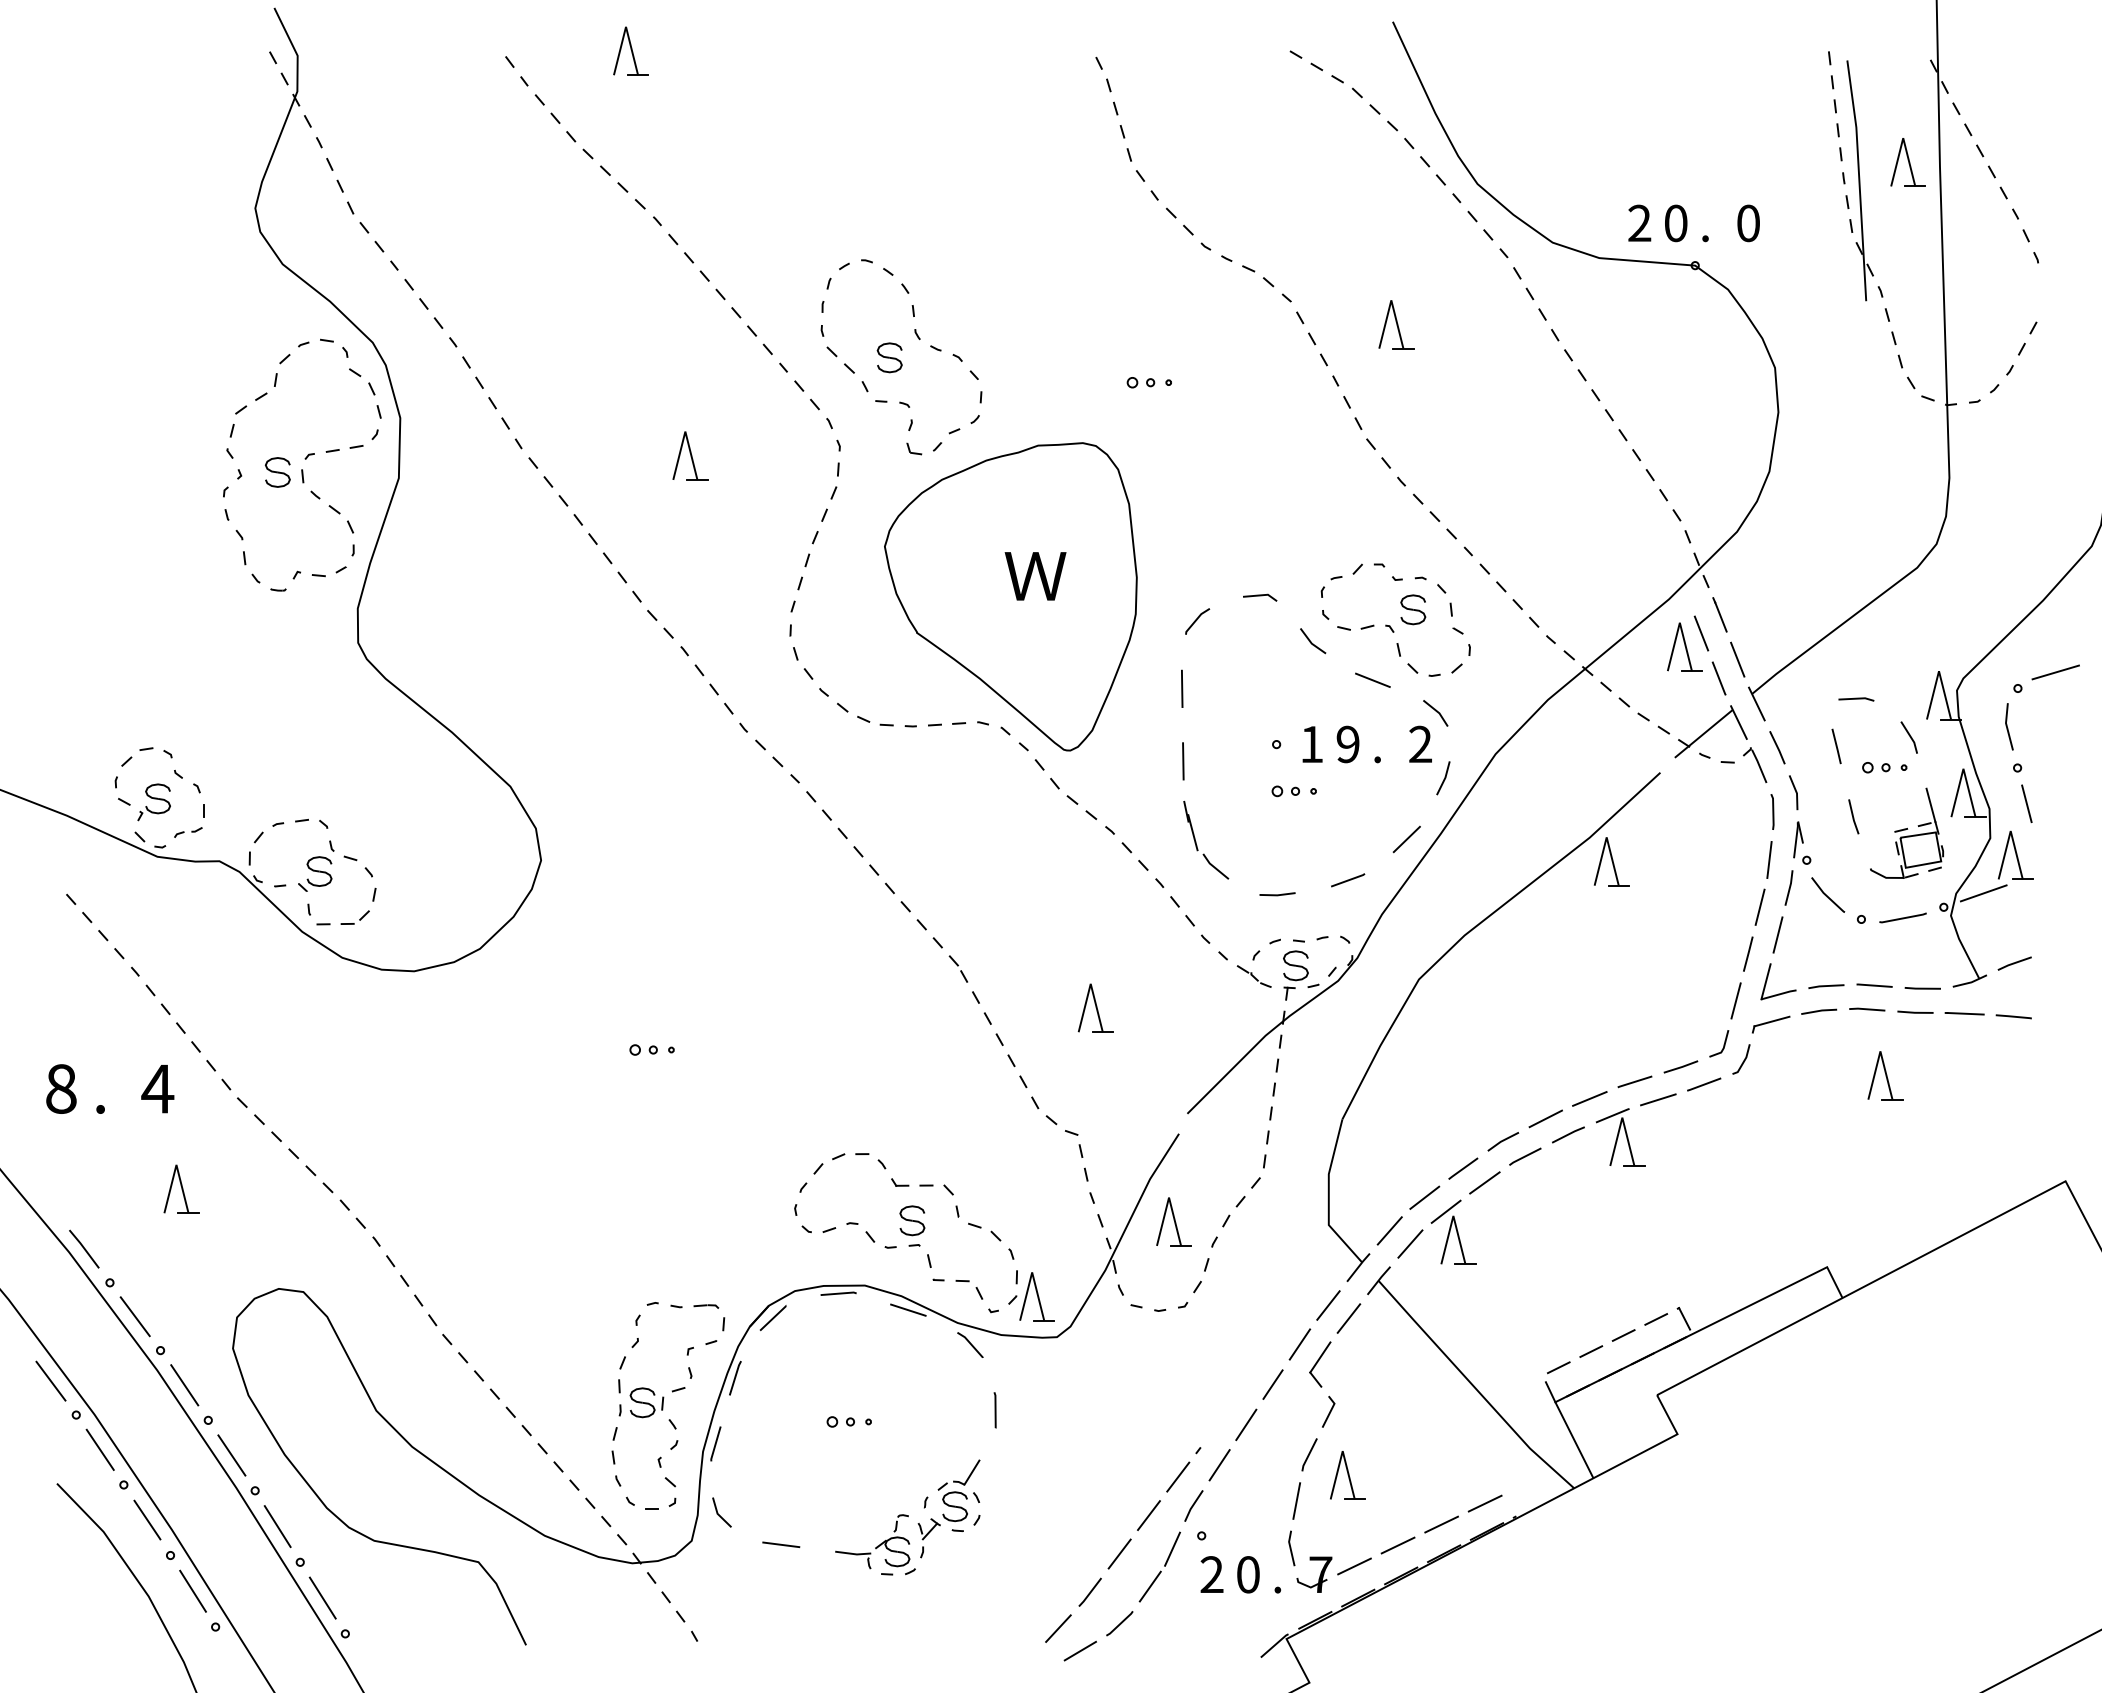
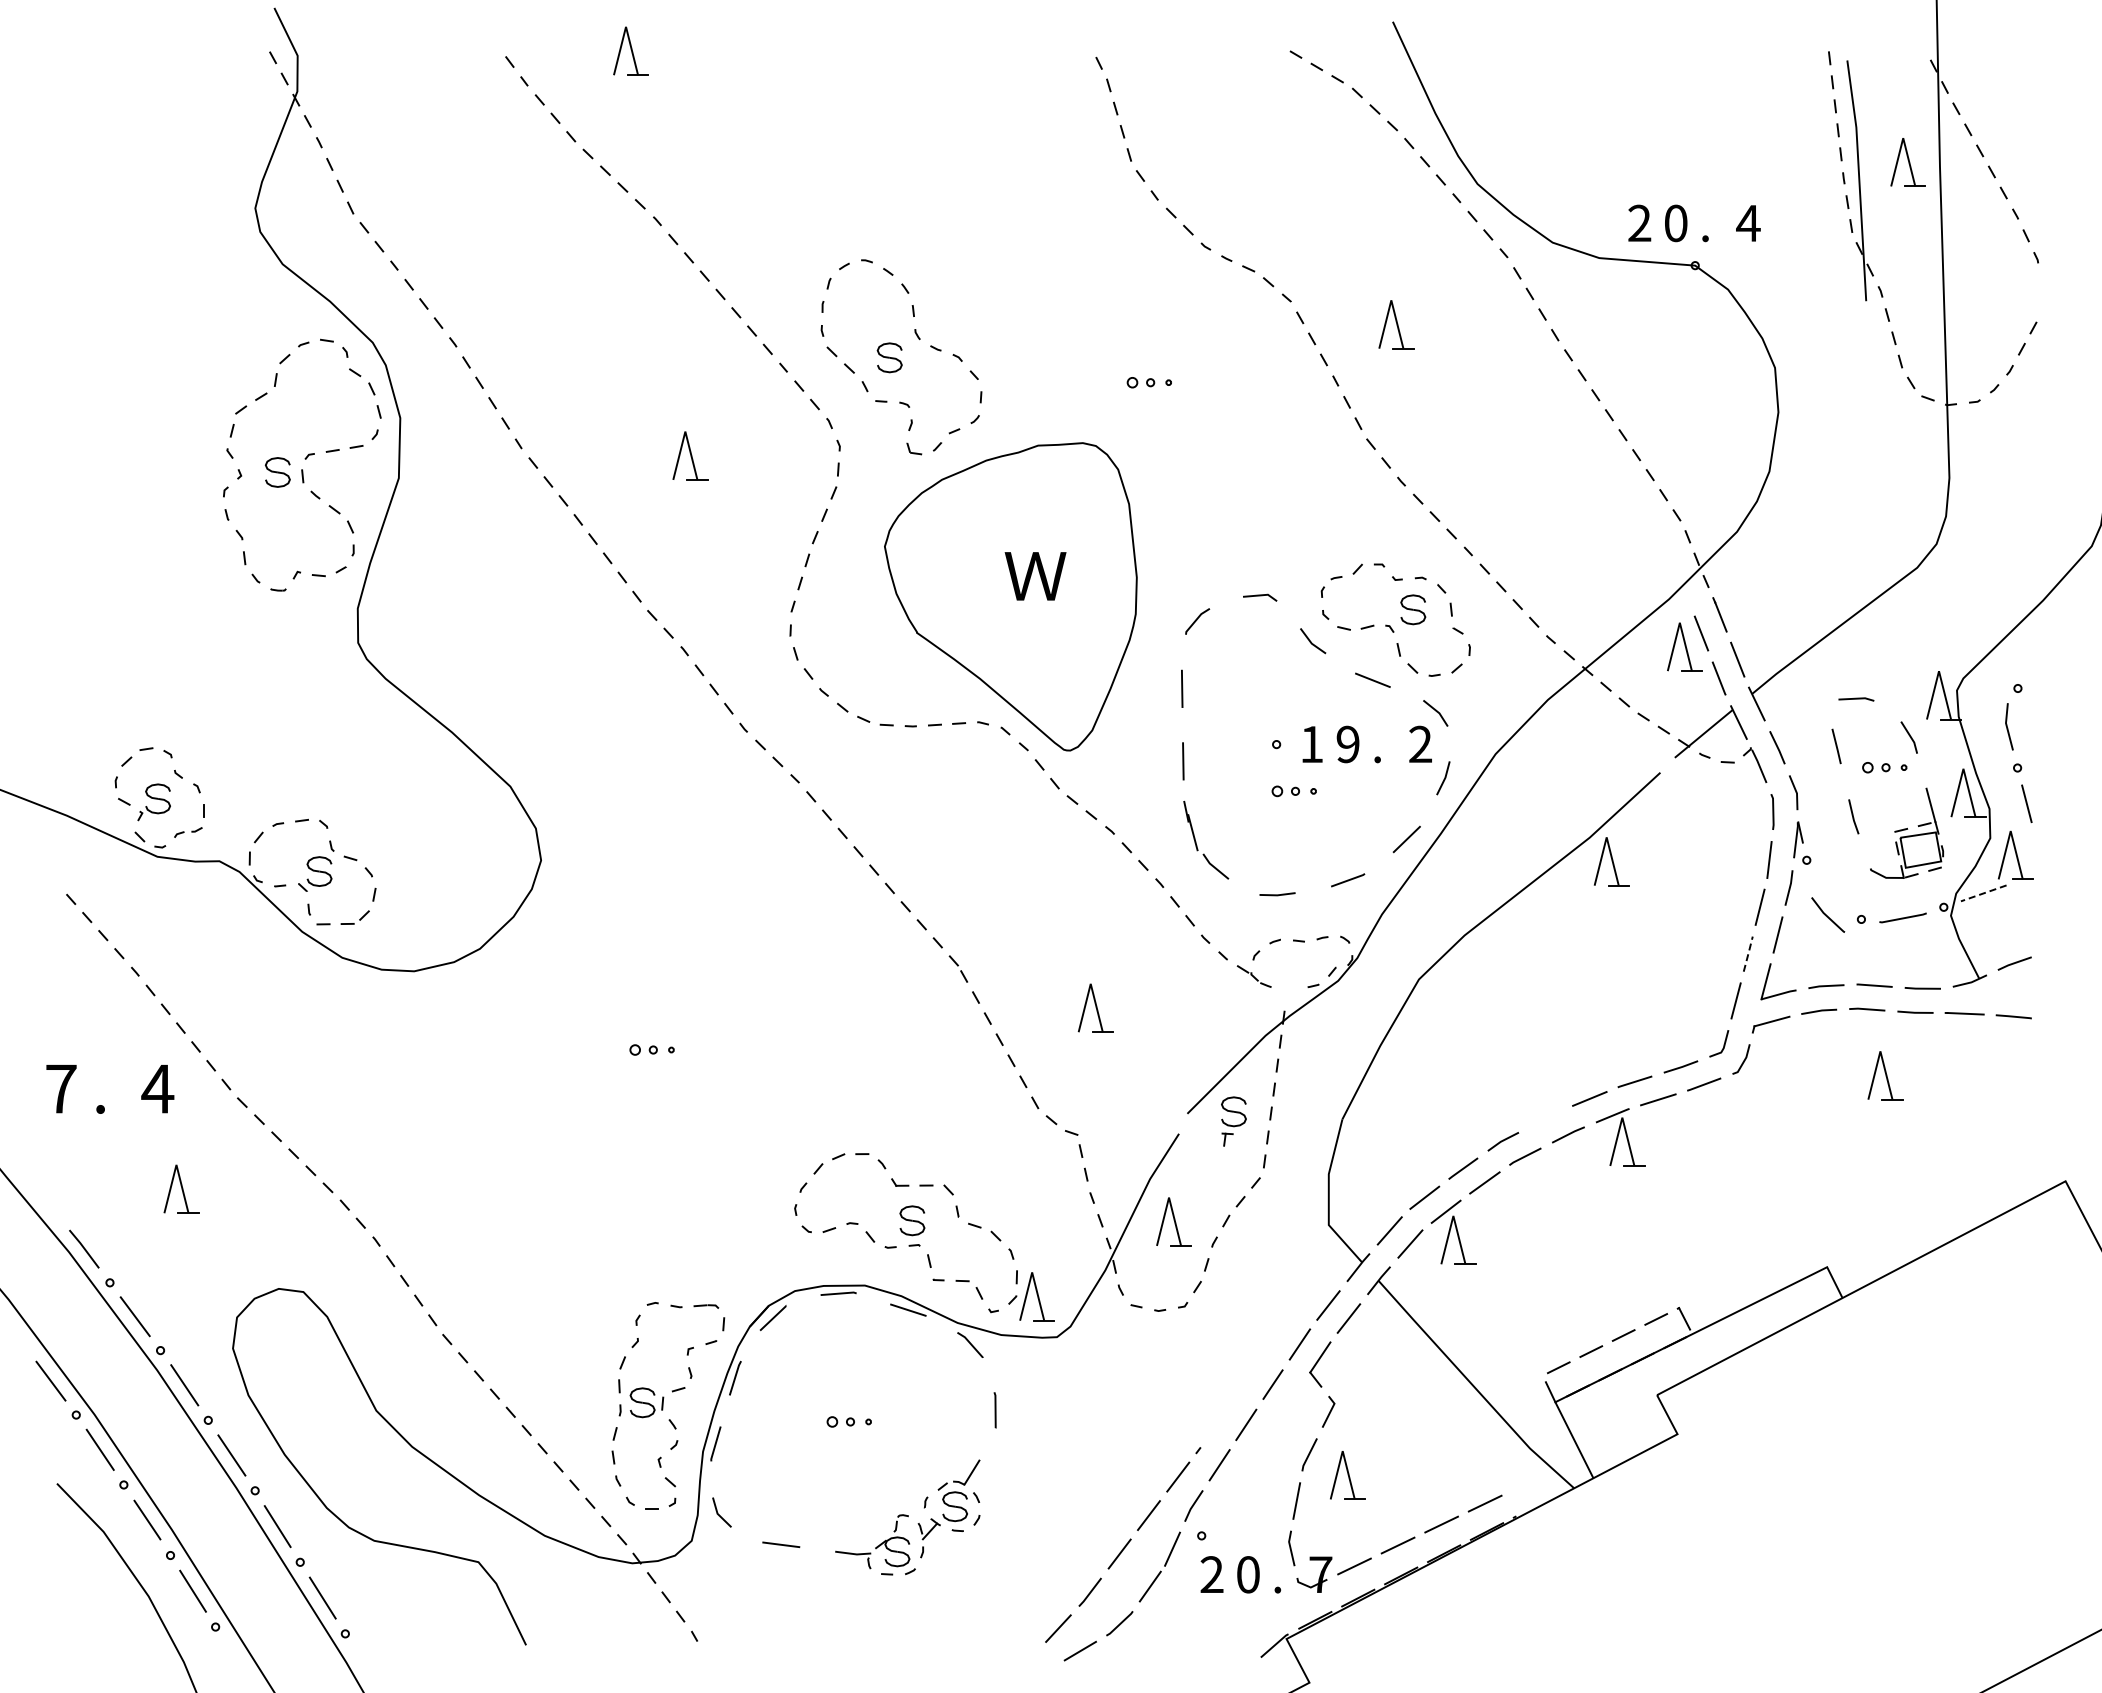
text at (1748, 223): 0 -> 4
line at (2055, 672): present -> none
line at (1983, 893): solid -> dashed
line at (1827, 895) position: (1827, 895) -> (1827, 915)
line at (1748, 953): solid -> dashed
part at (1295, 975) position: (1295, 975) -> (1233, 1121)
text at (61, 1088): 8 -> 7
line at (1545, 1118): present -> none
